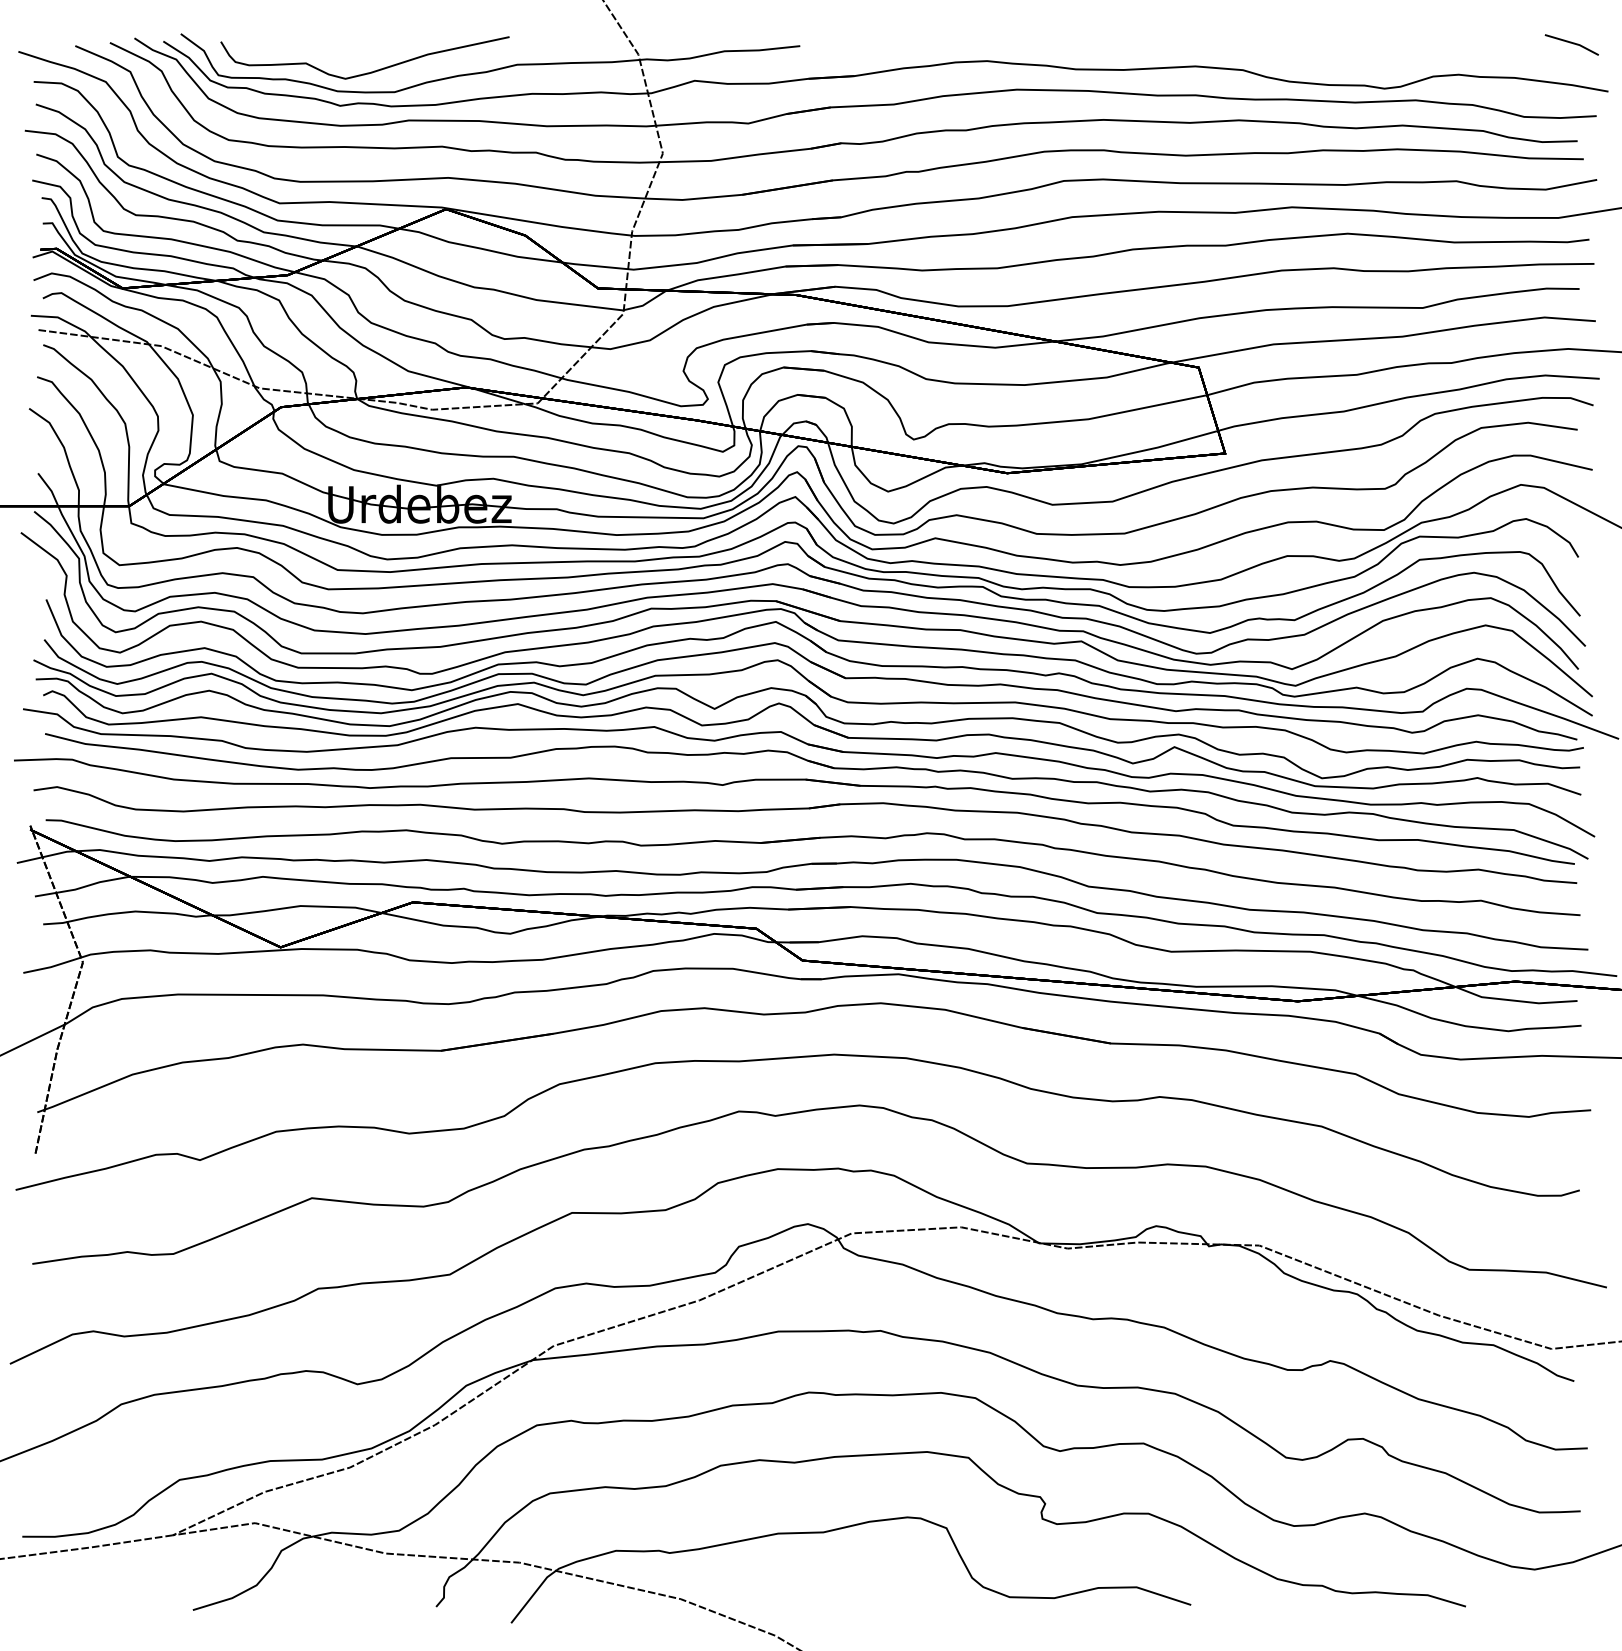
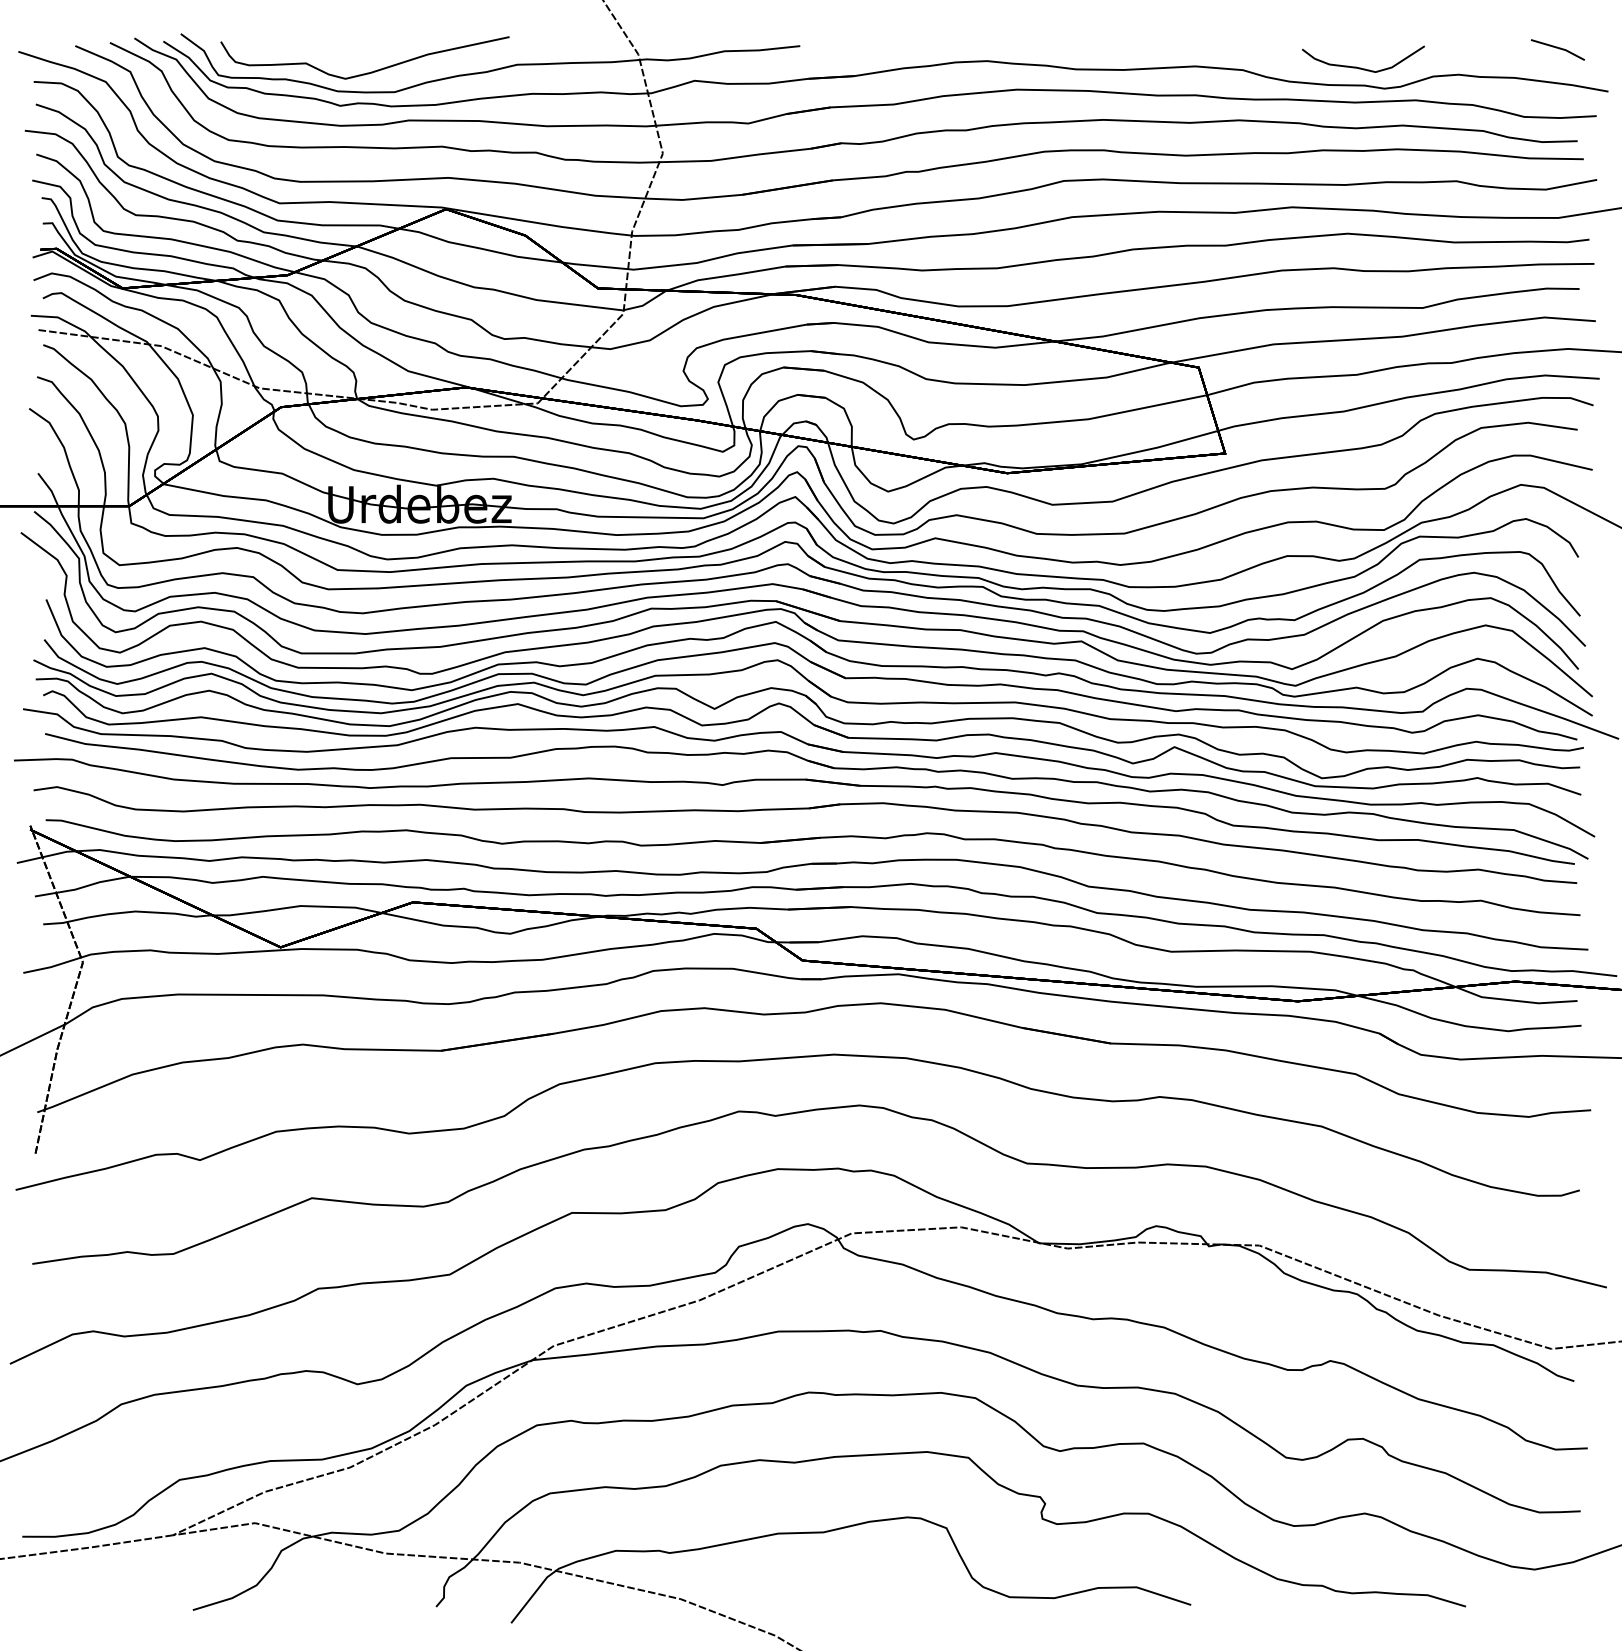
line at (1571, 43) position: (1571, 43) -> (1557, 48)
curve at (1361, 67): none -> present
